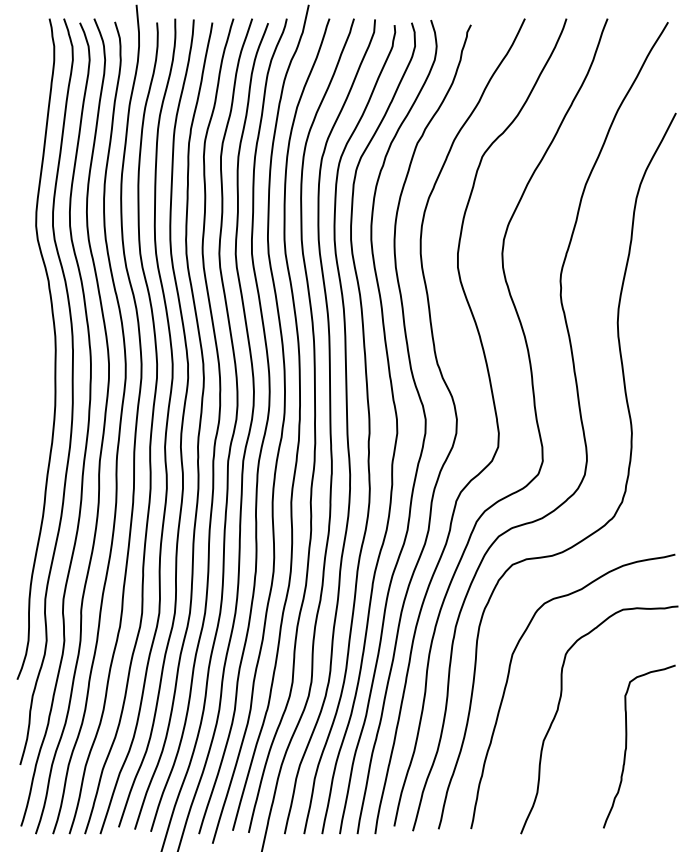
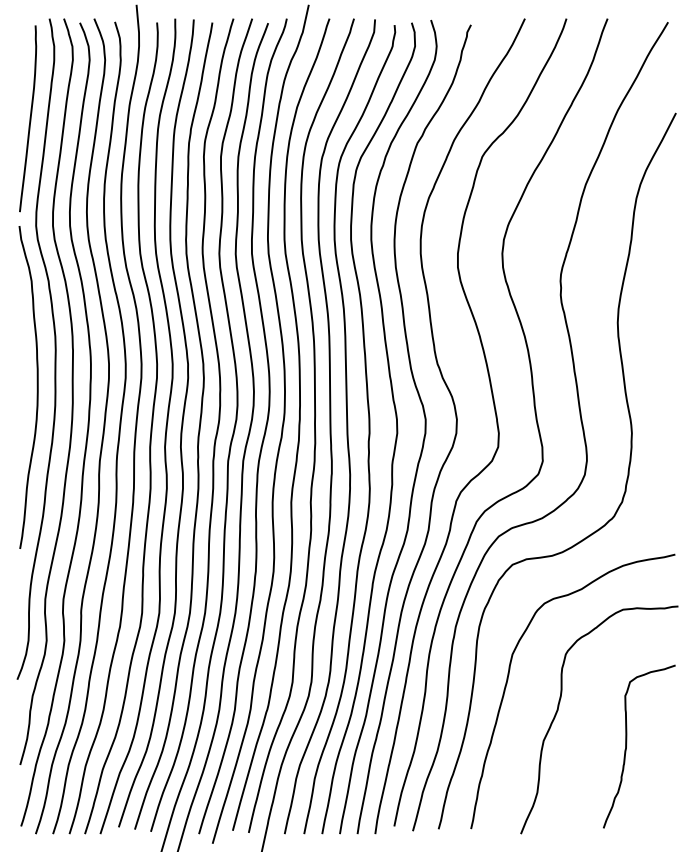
curve at (29, 118): none -> present
curve at (36, 387): none -> present
